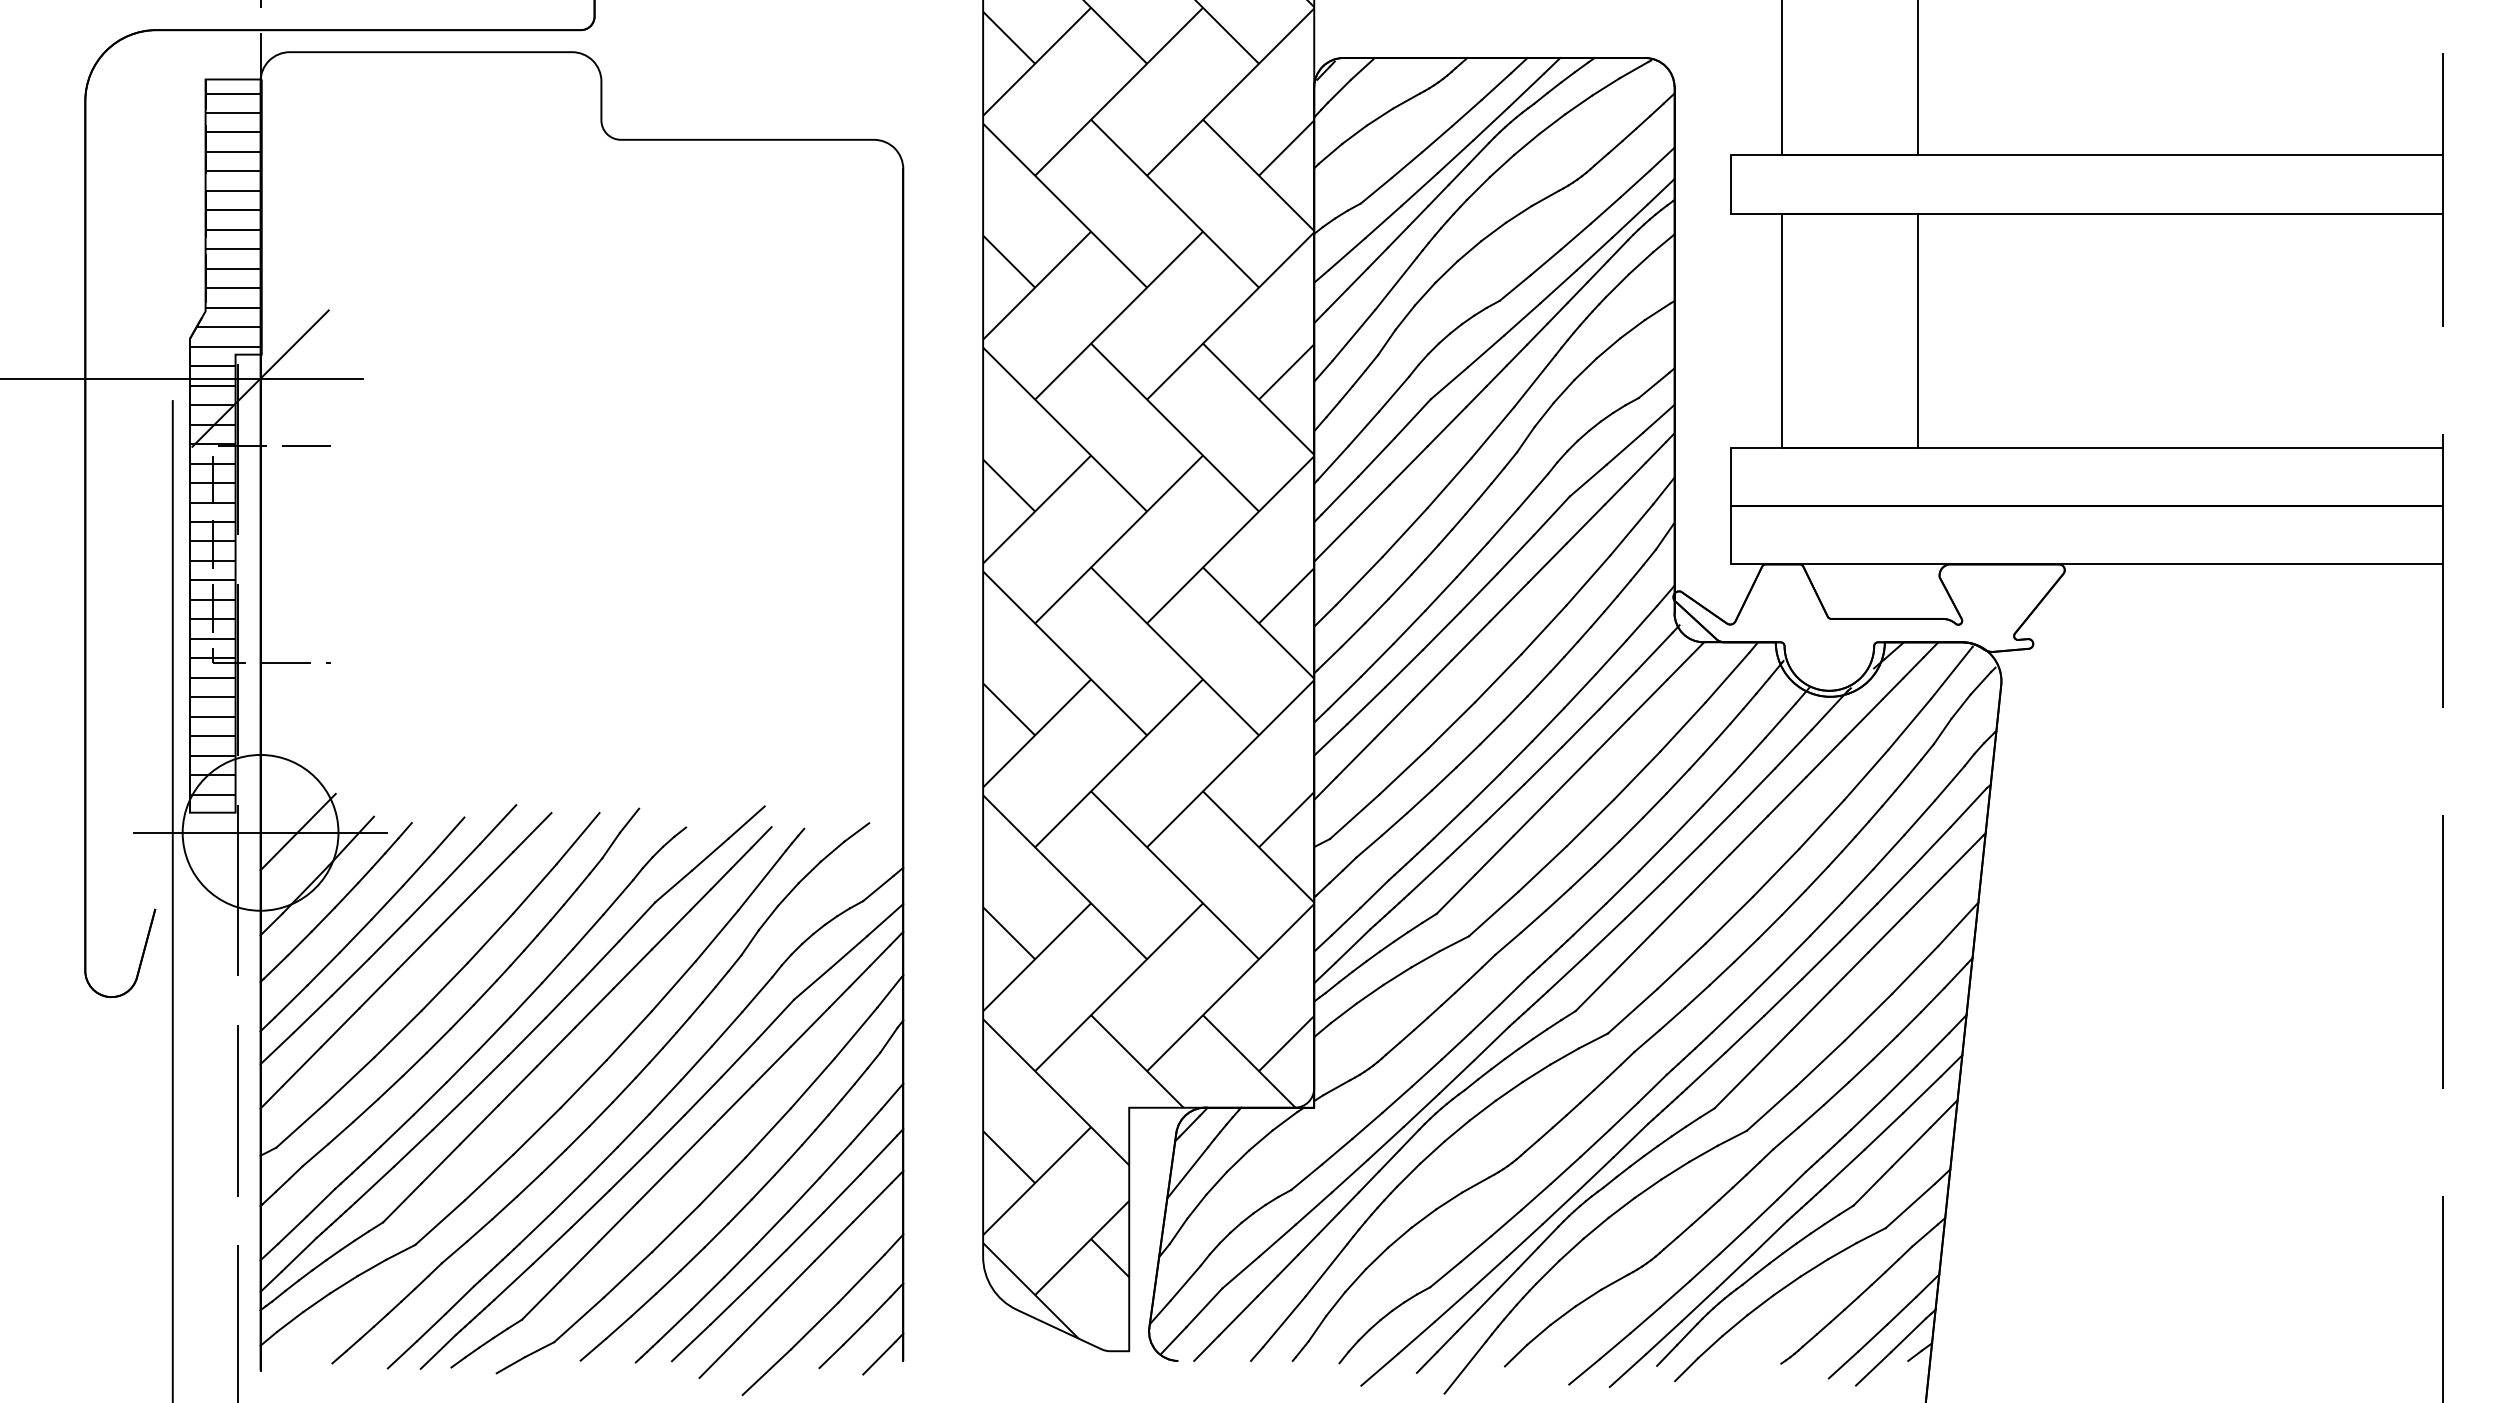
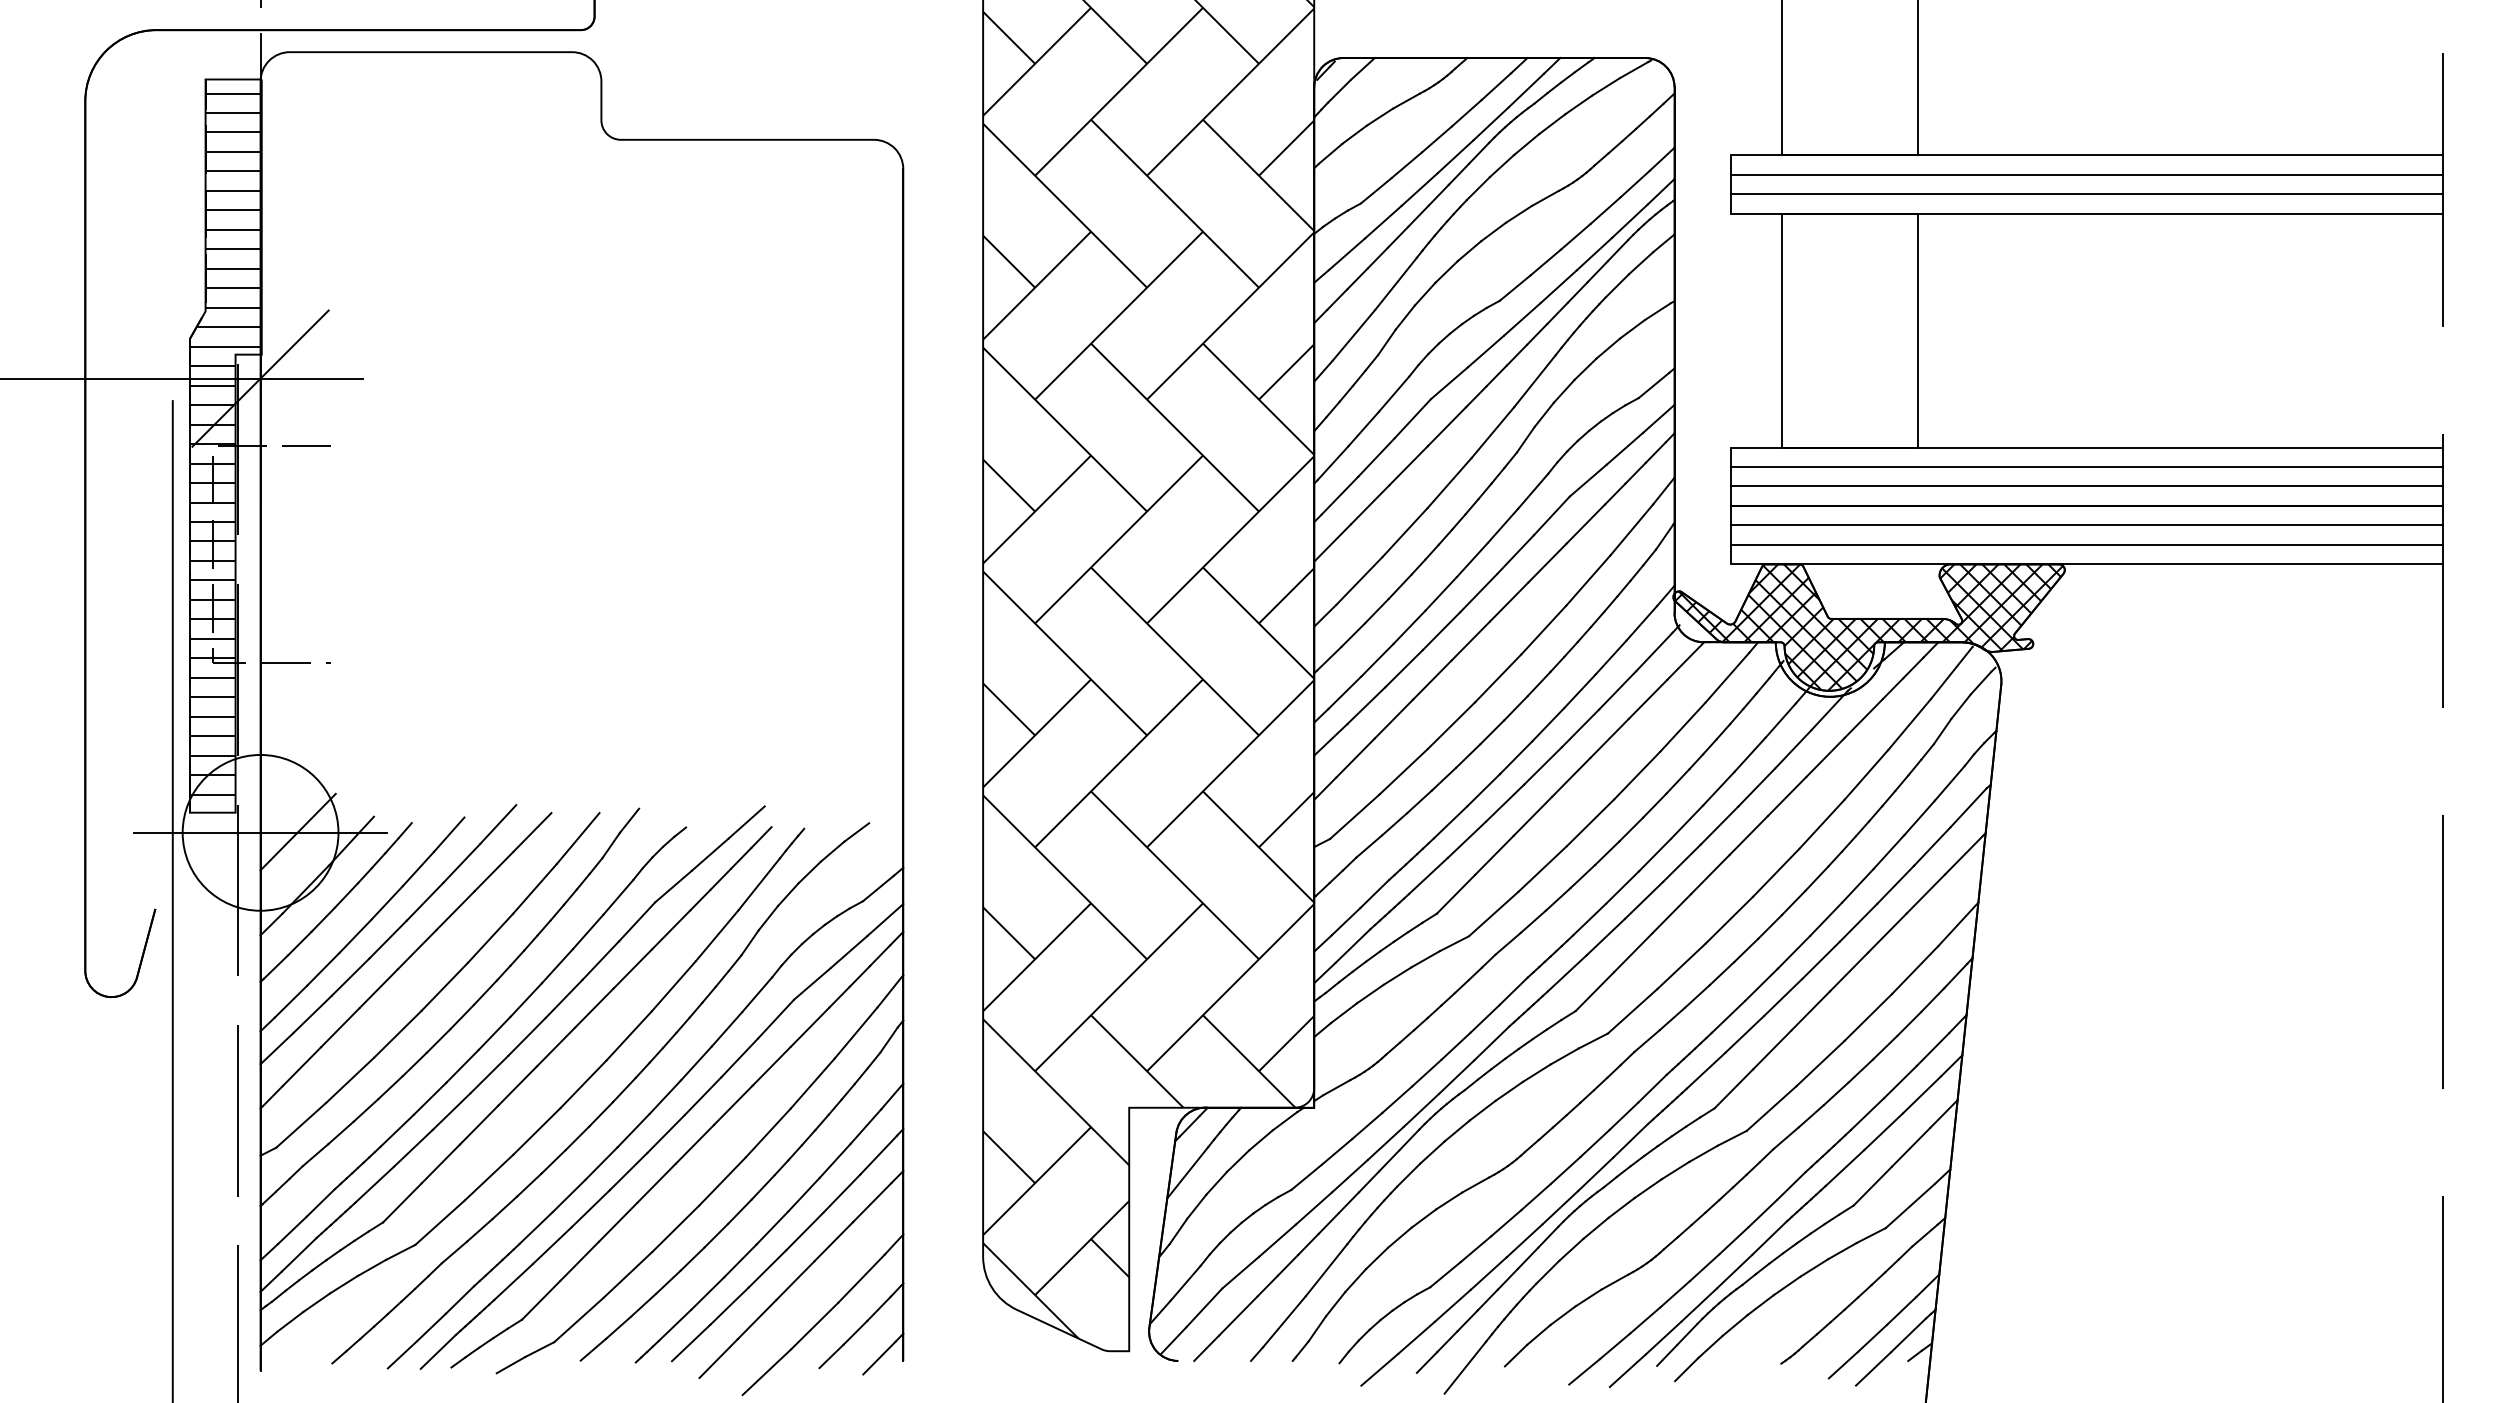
line at (2087, 174): none -> present
line at (2087, 194): none -> present
line at (2087, 467): none -> present
line at (2087, 486): none -> present
line at (2087, 525): none -> present
line at (2087, 544): none -> present
hatch at (1869, 627): none -> present
